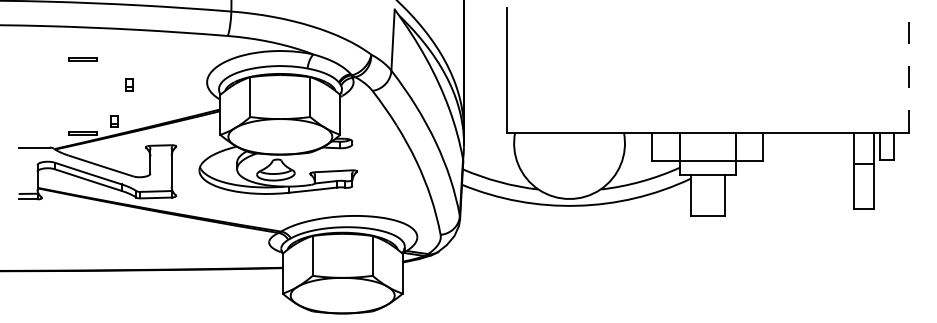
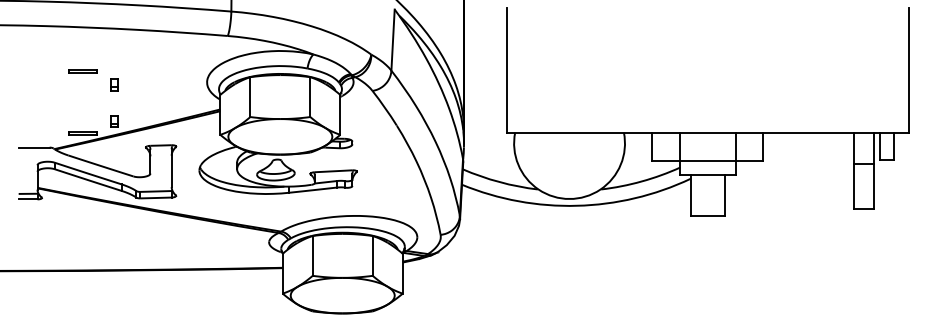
line at (82, 58) position: (82, 58) -> (82, 70)
line at (908, 69): dashed -> solid
part at (129, 84) position: (129, 84) -> (114, 84)
